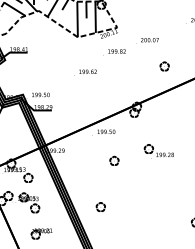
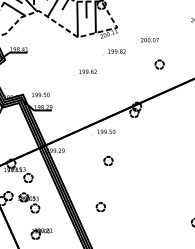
part at (164, 66) position: (164, 66) -> (159, 64)
part at (158, 151): present -> none
part at (114, 160) position: (114, 160) -> (108, 160)
